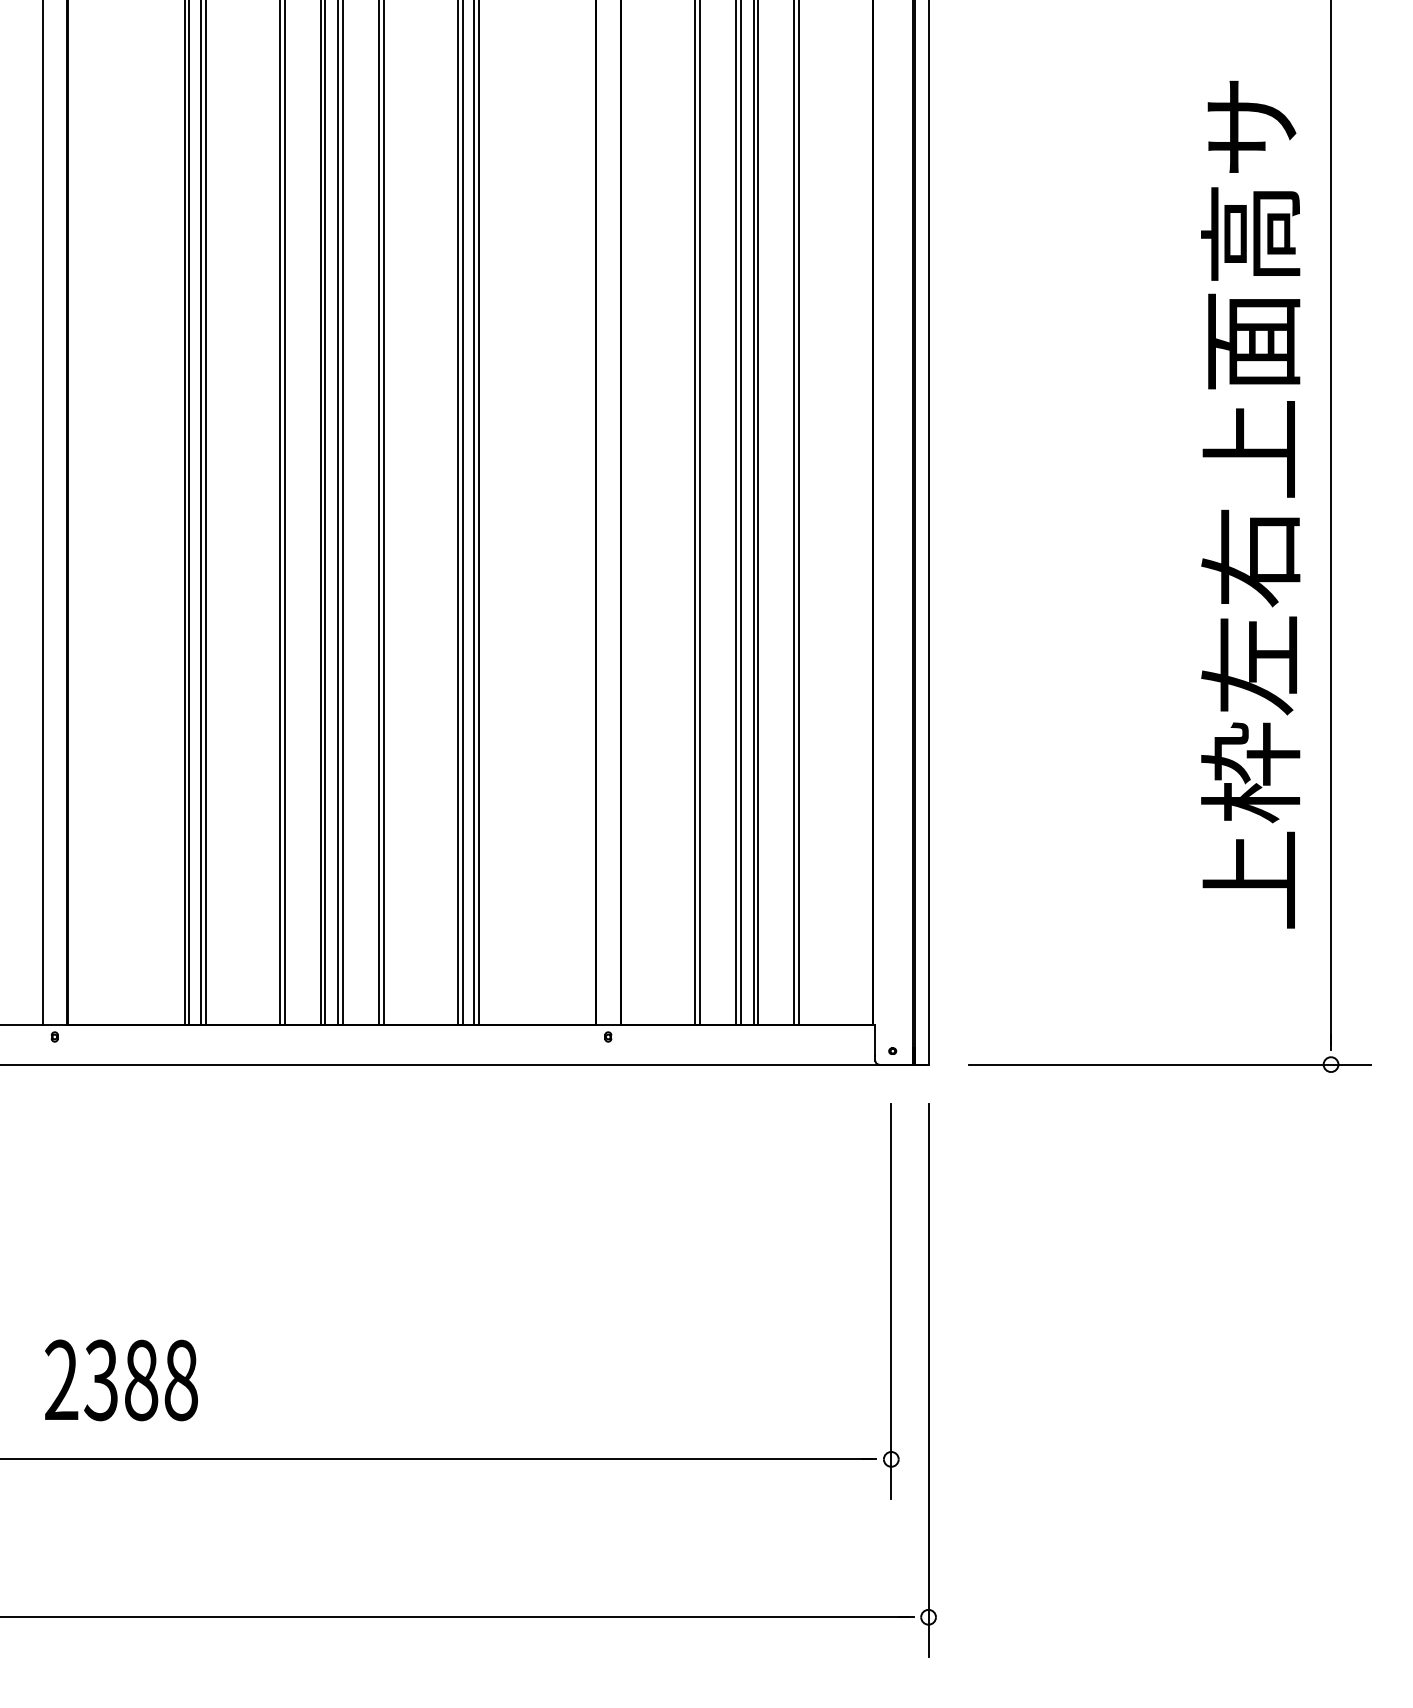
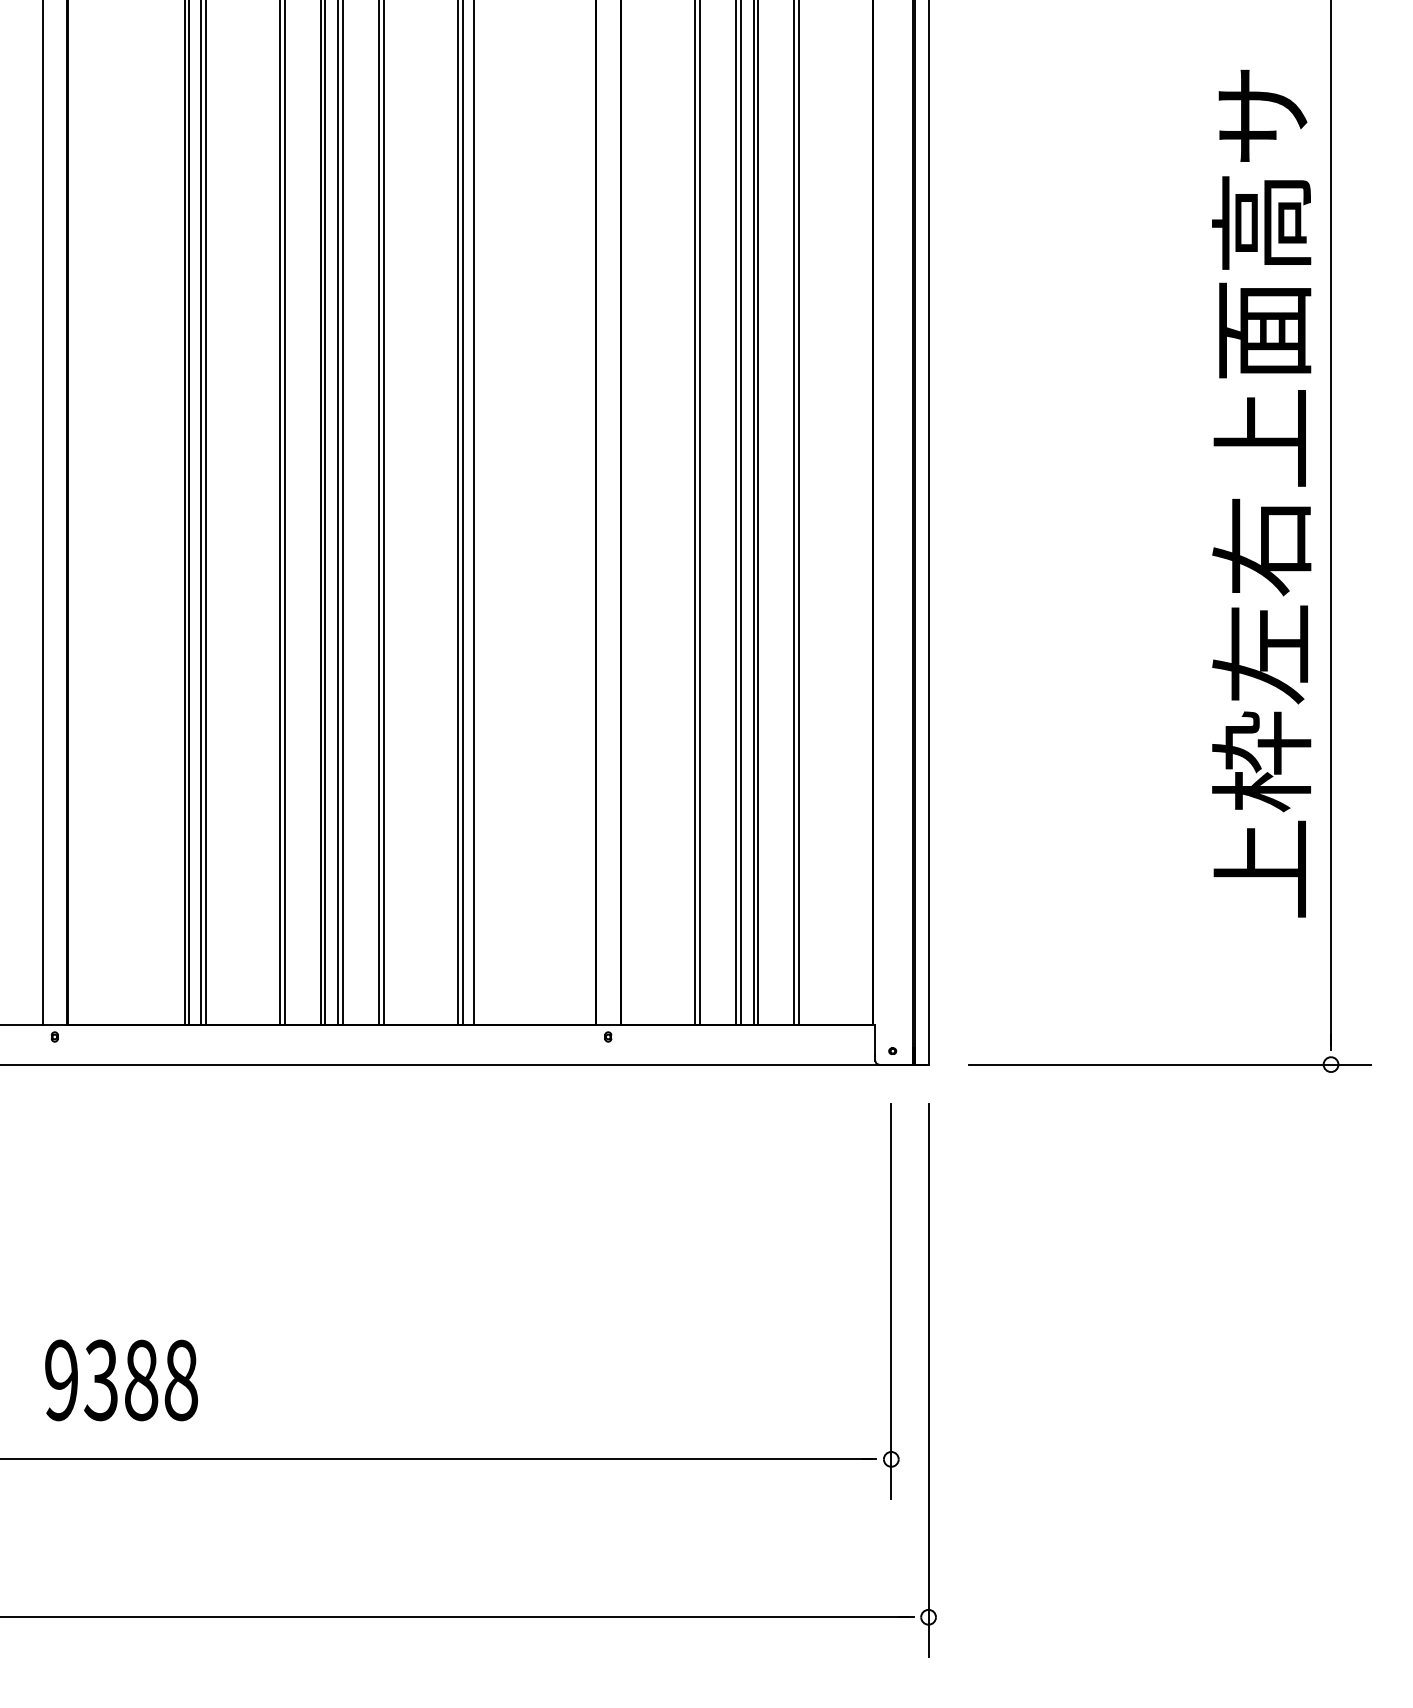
text at (1250, 504) position: (1250, 504) -> (1261, 493)
line at (479, 513): present -> none
text at (61, 1380): 2388 -> 9388
